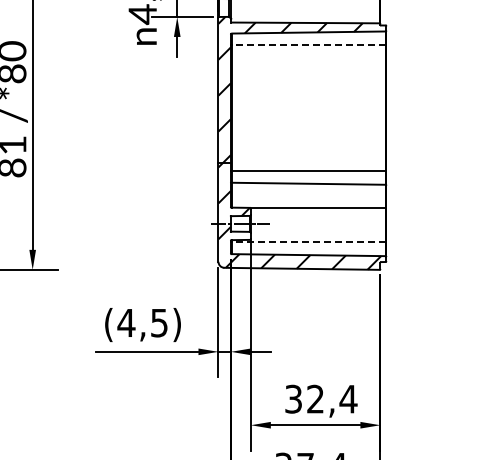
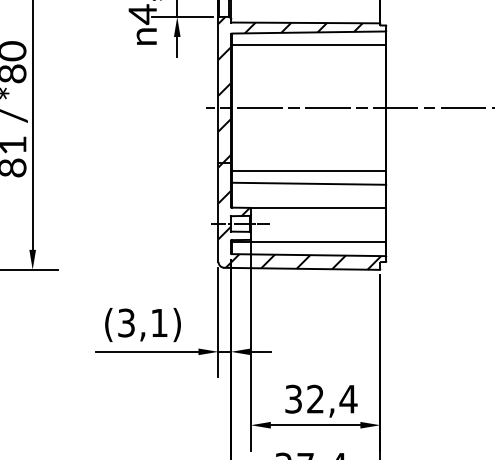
line at (308, 45): dashed -> solid
line at (348, 107): none -> present
line at (308, 242): dashed -> solid
text at (142, 322): (4,5) -> (3,1)
